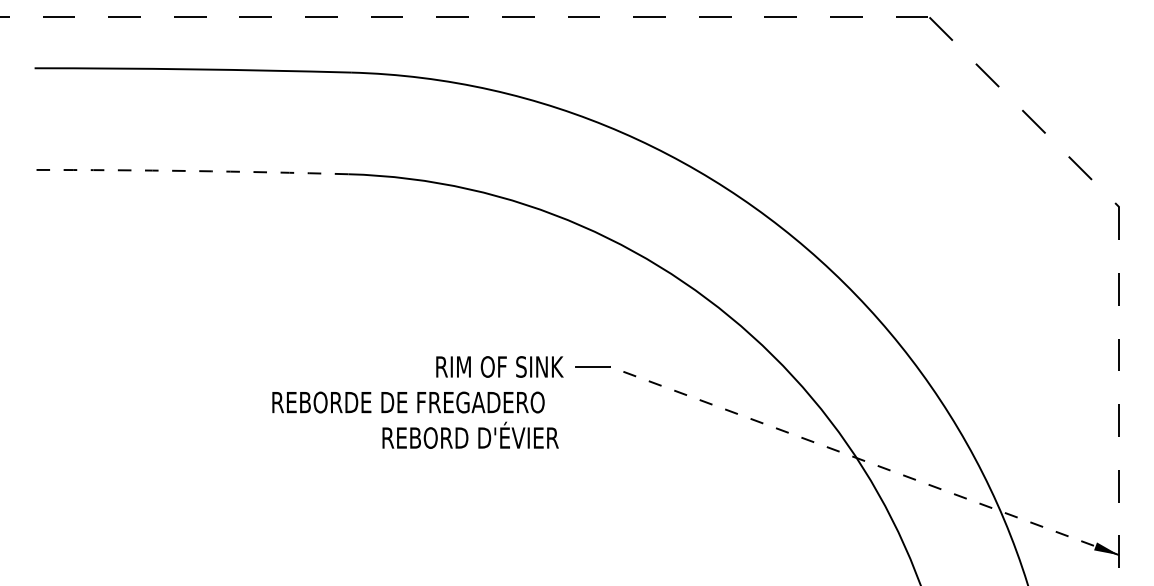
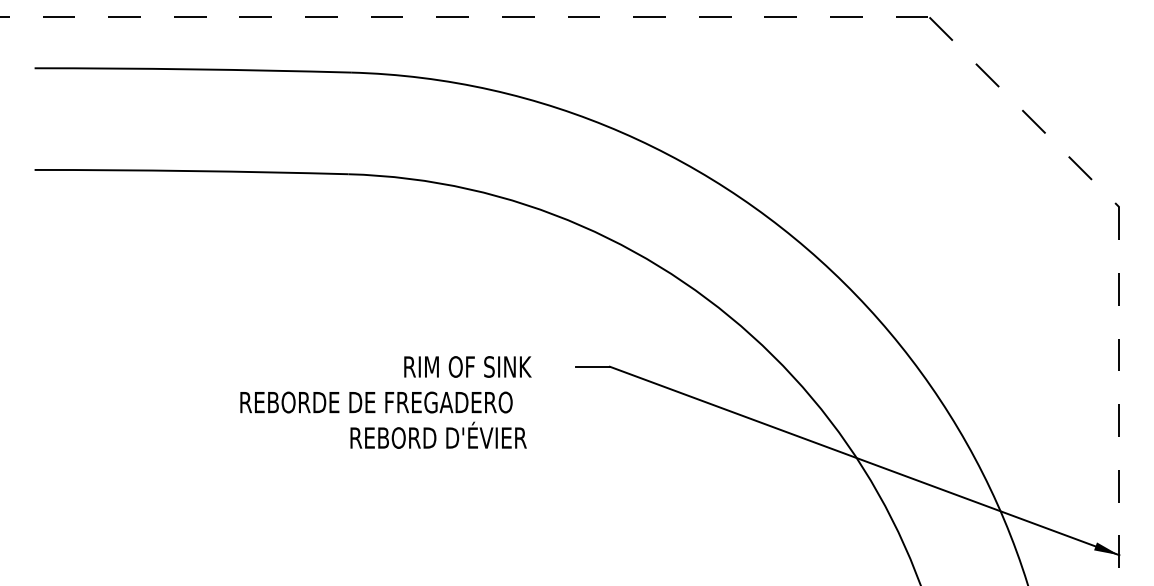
arc at (191, 171): dashed -> solid
text at (417, 402) position: (417, 402) -> (385, 402)
line at (864, 460): dashed -> solid
